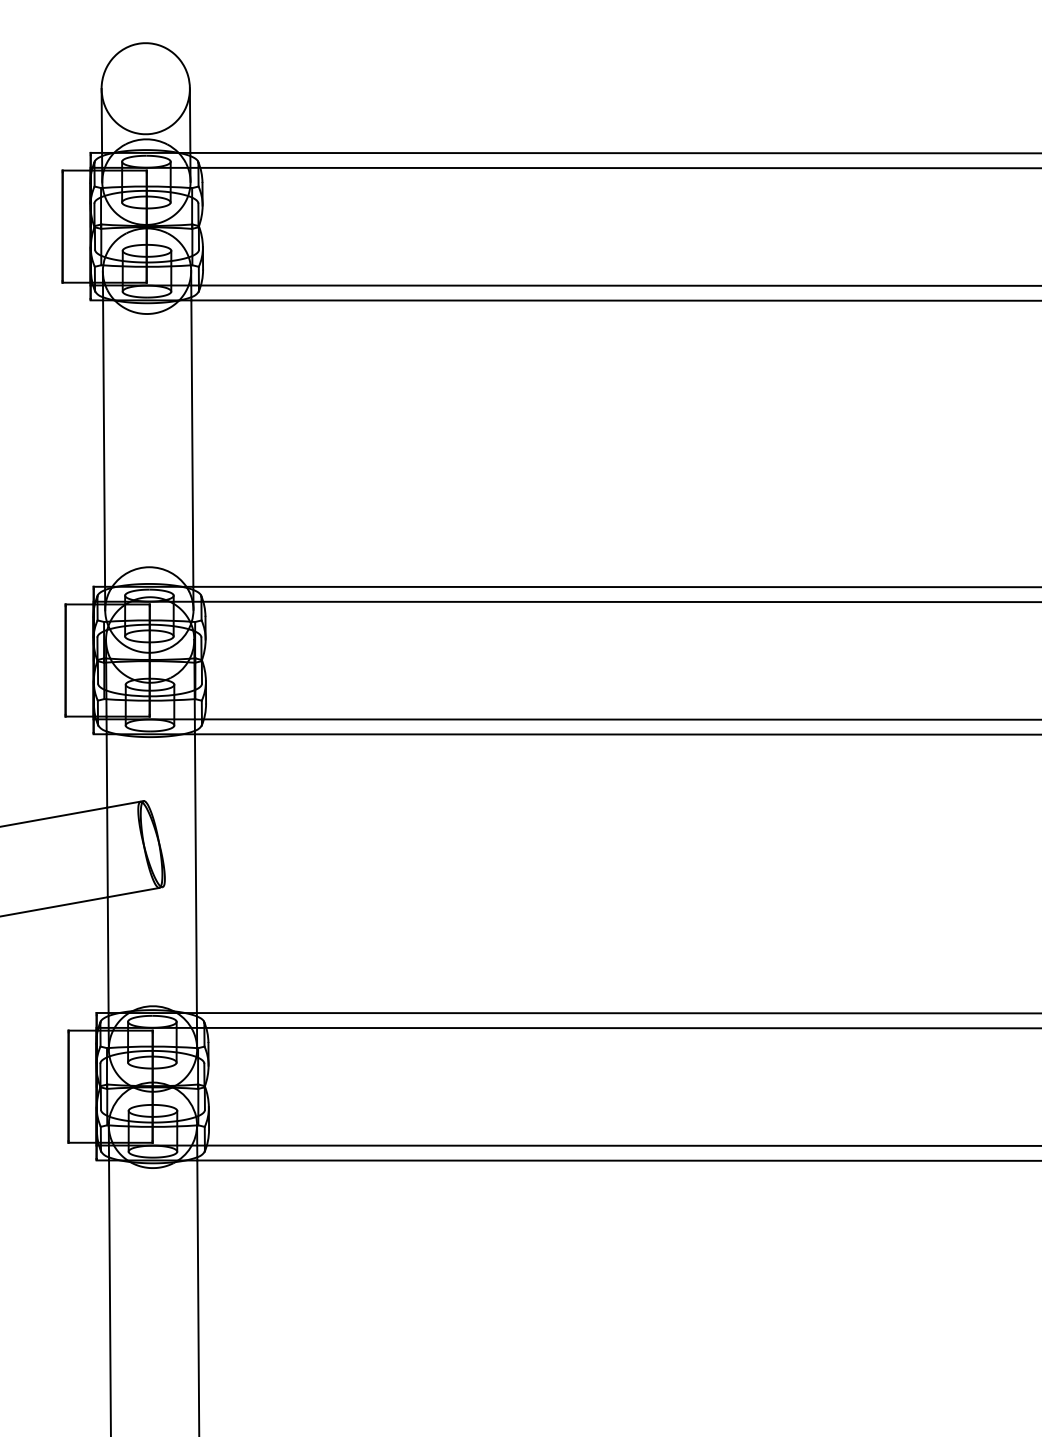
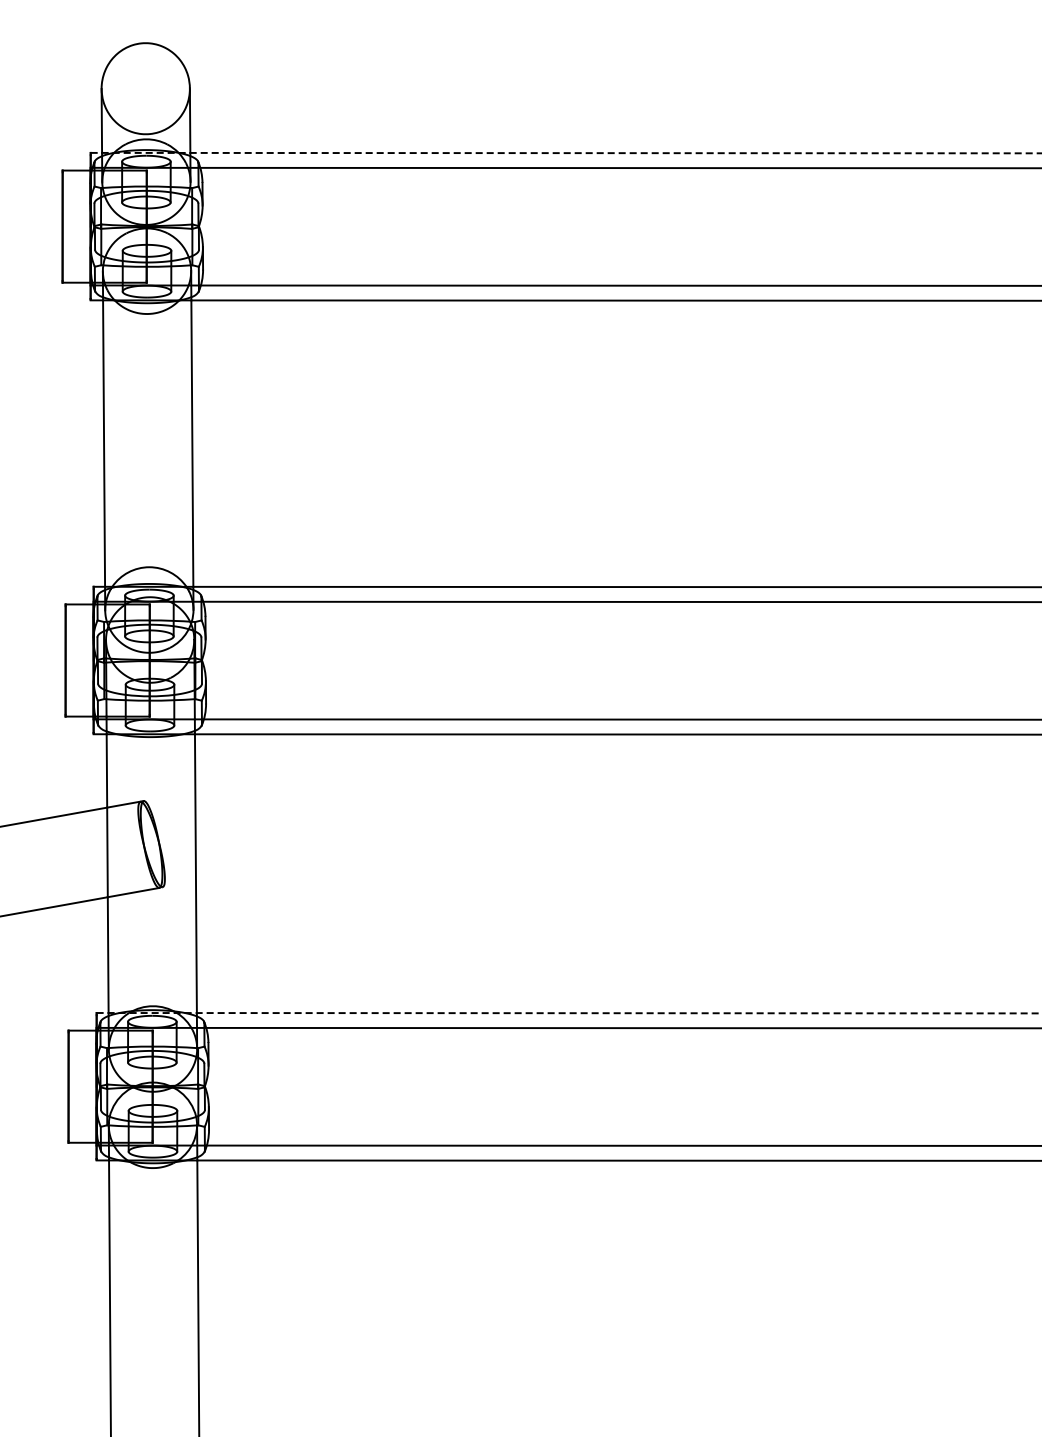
line at (566, 153): solid -> dashed
line at (569, 1013): solid -> dashed
